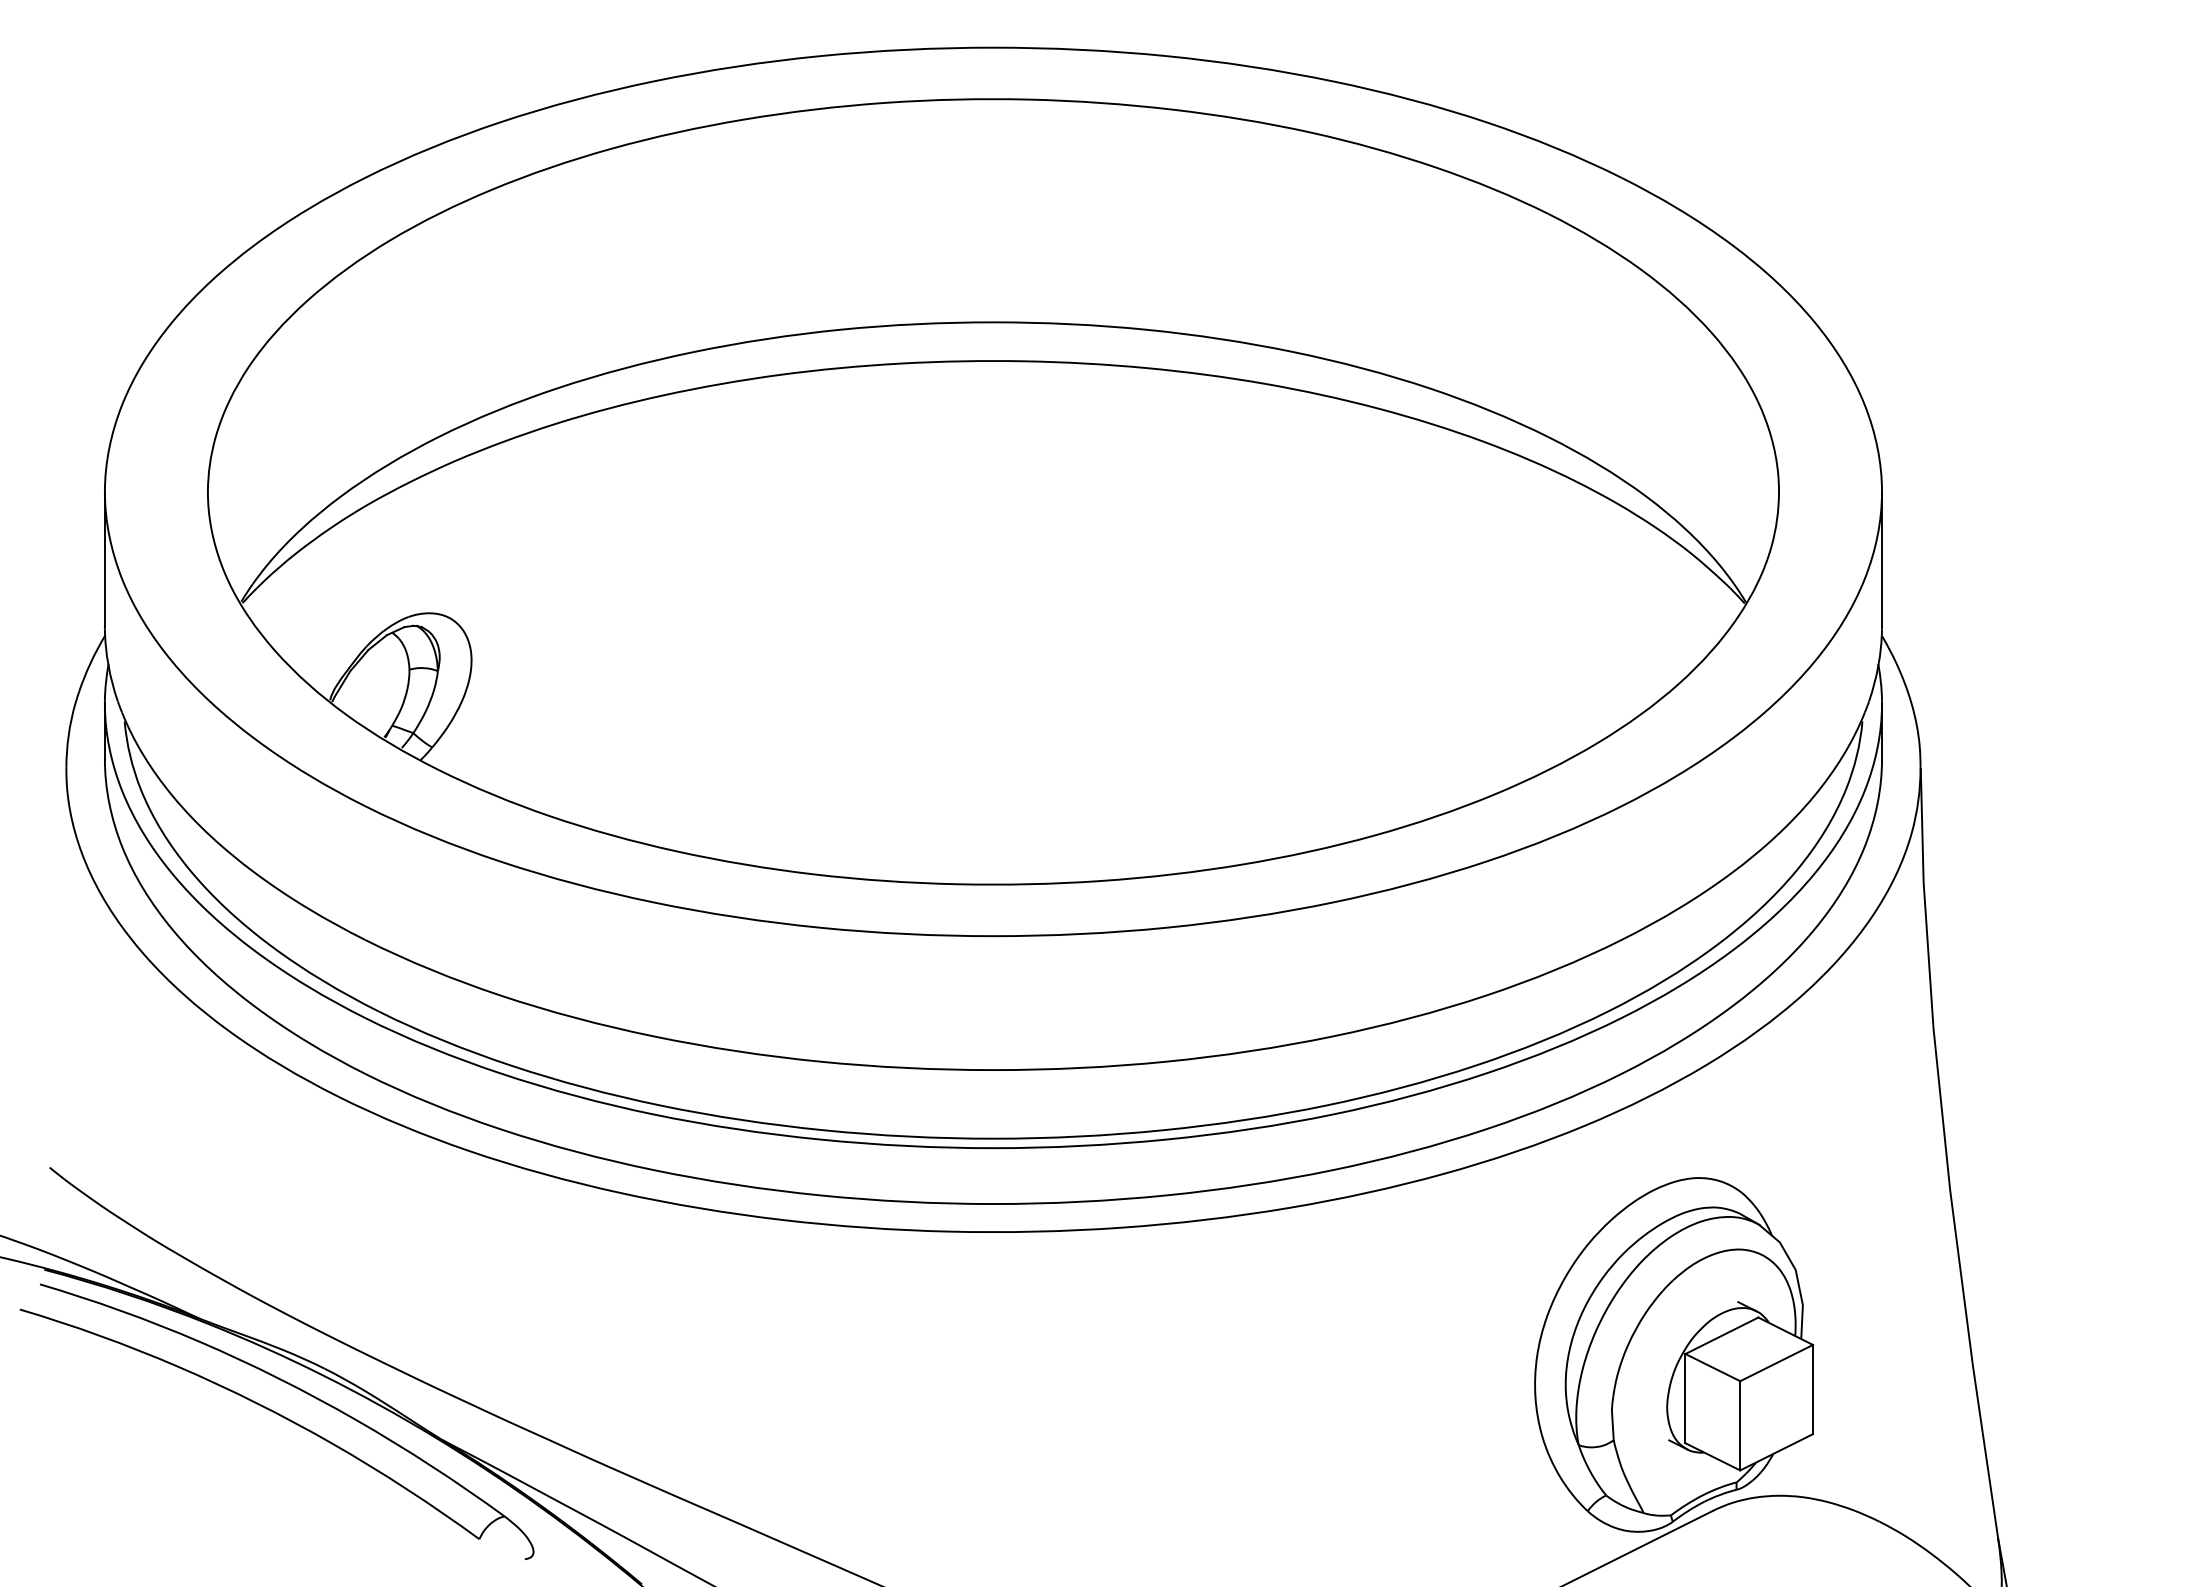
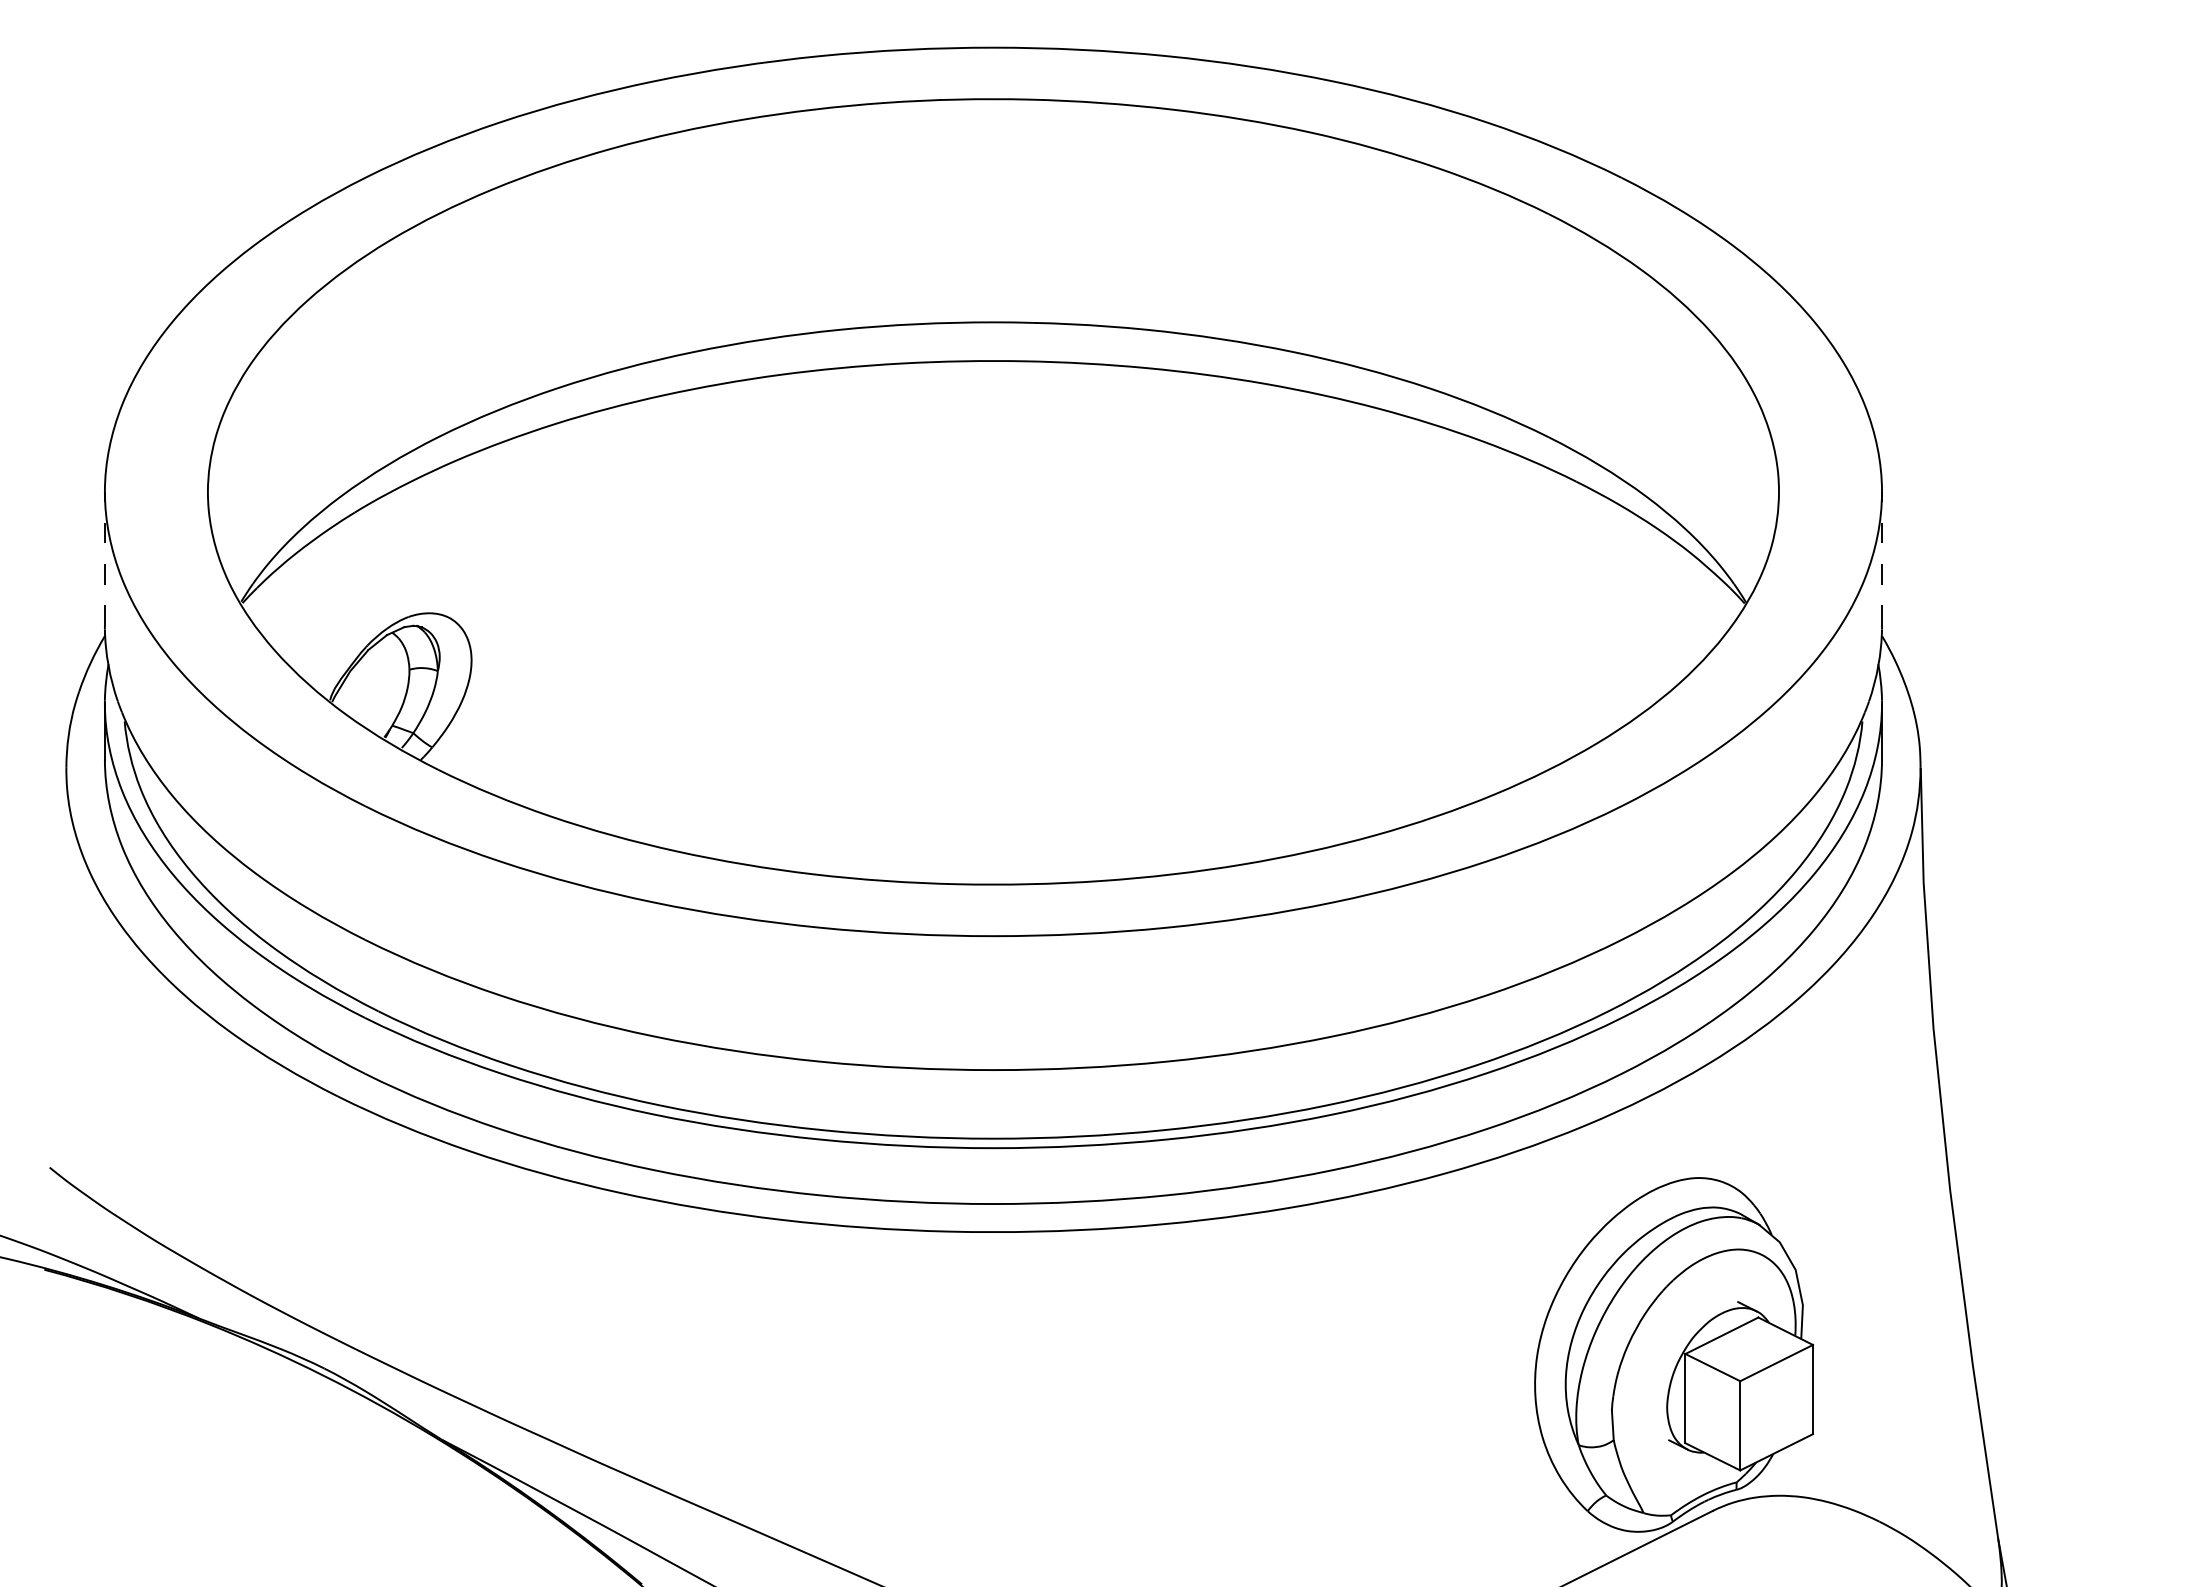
line at (104, 558): solid -> dashed
line at (1882, 558): solid -> dashed
part at (278, 1415): present -> none
